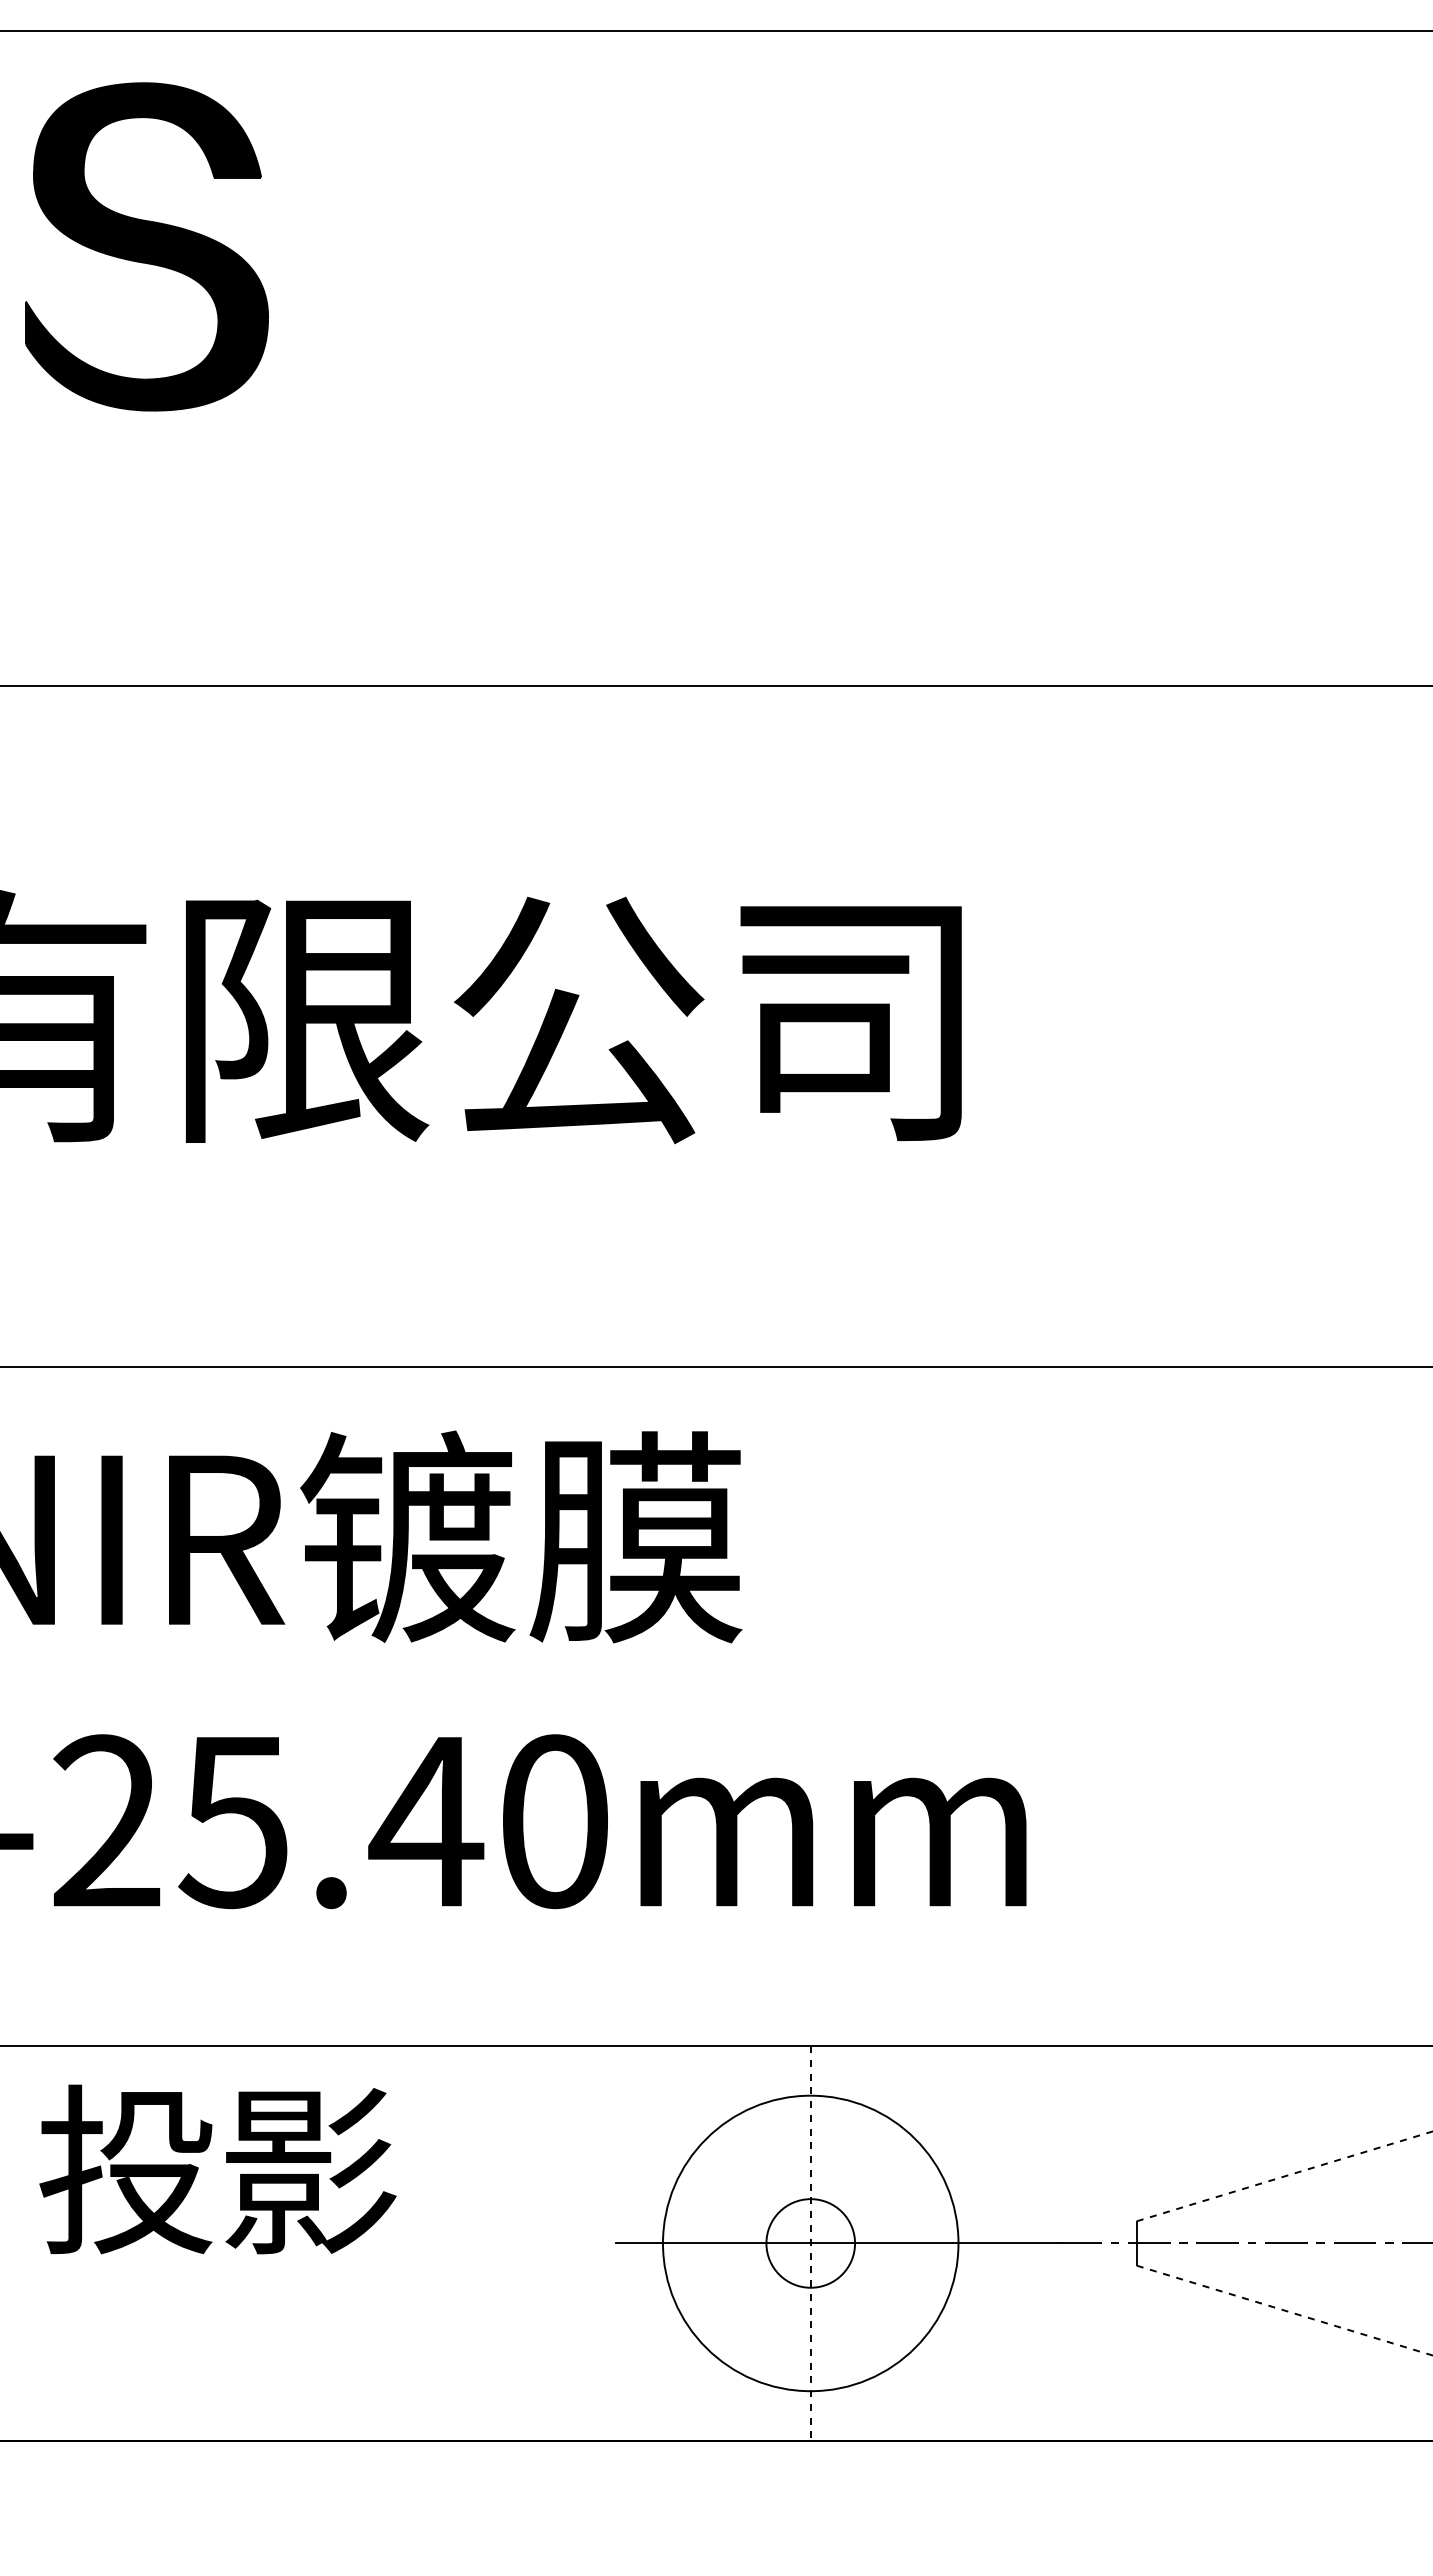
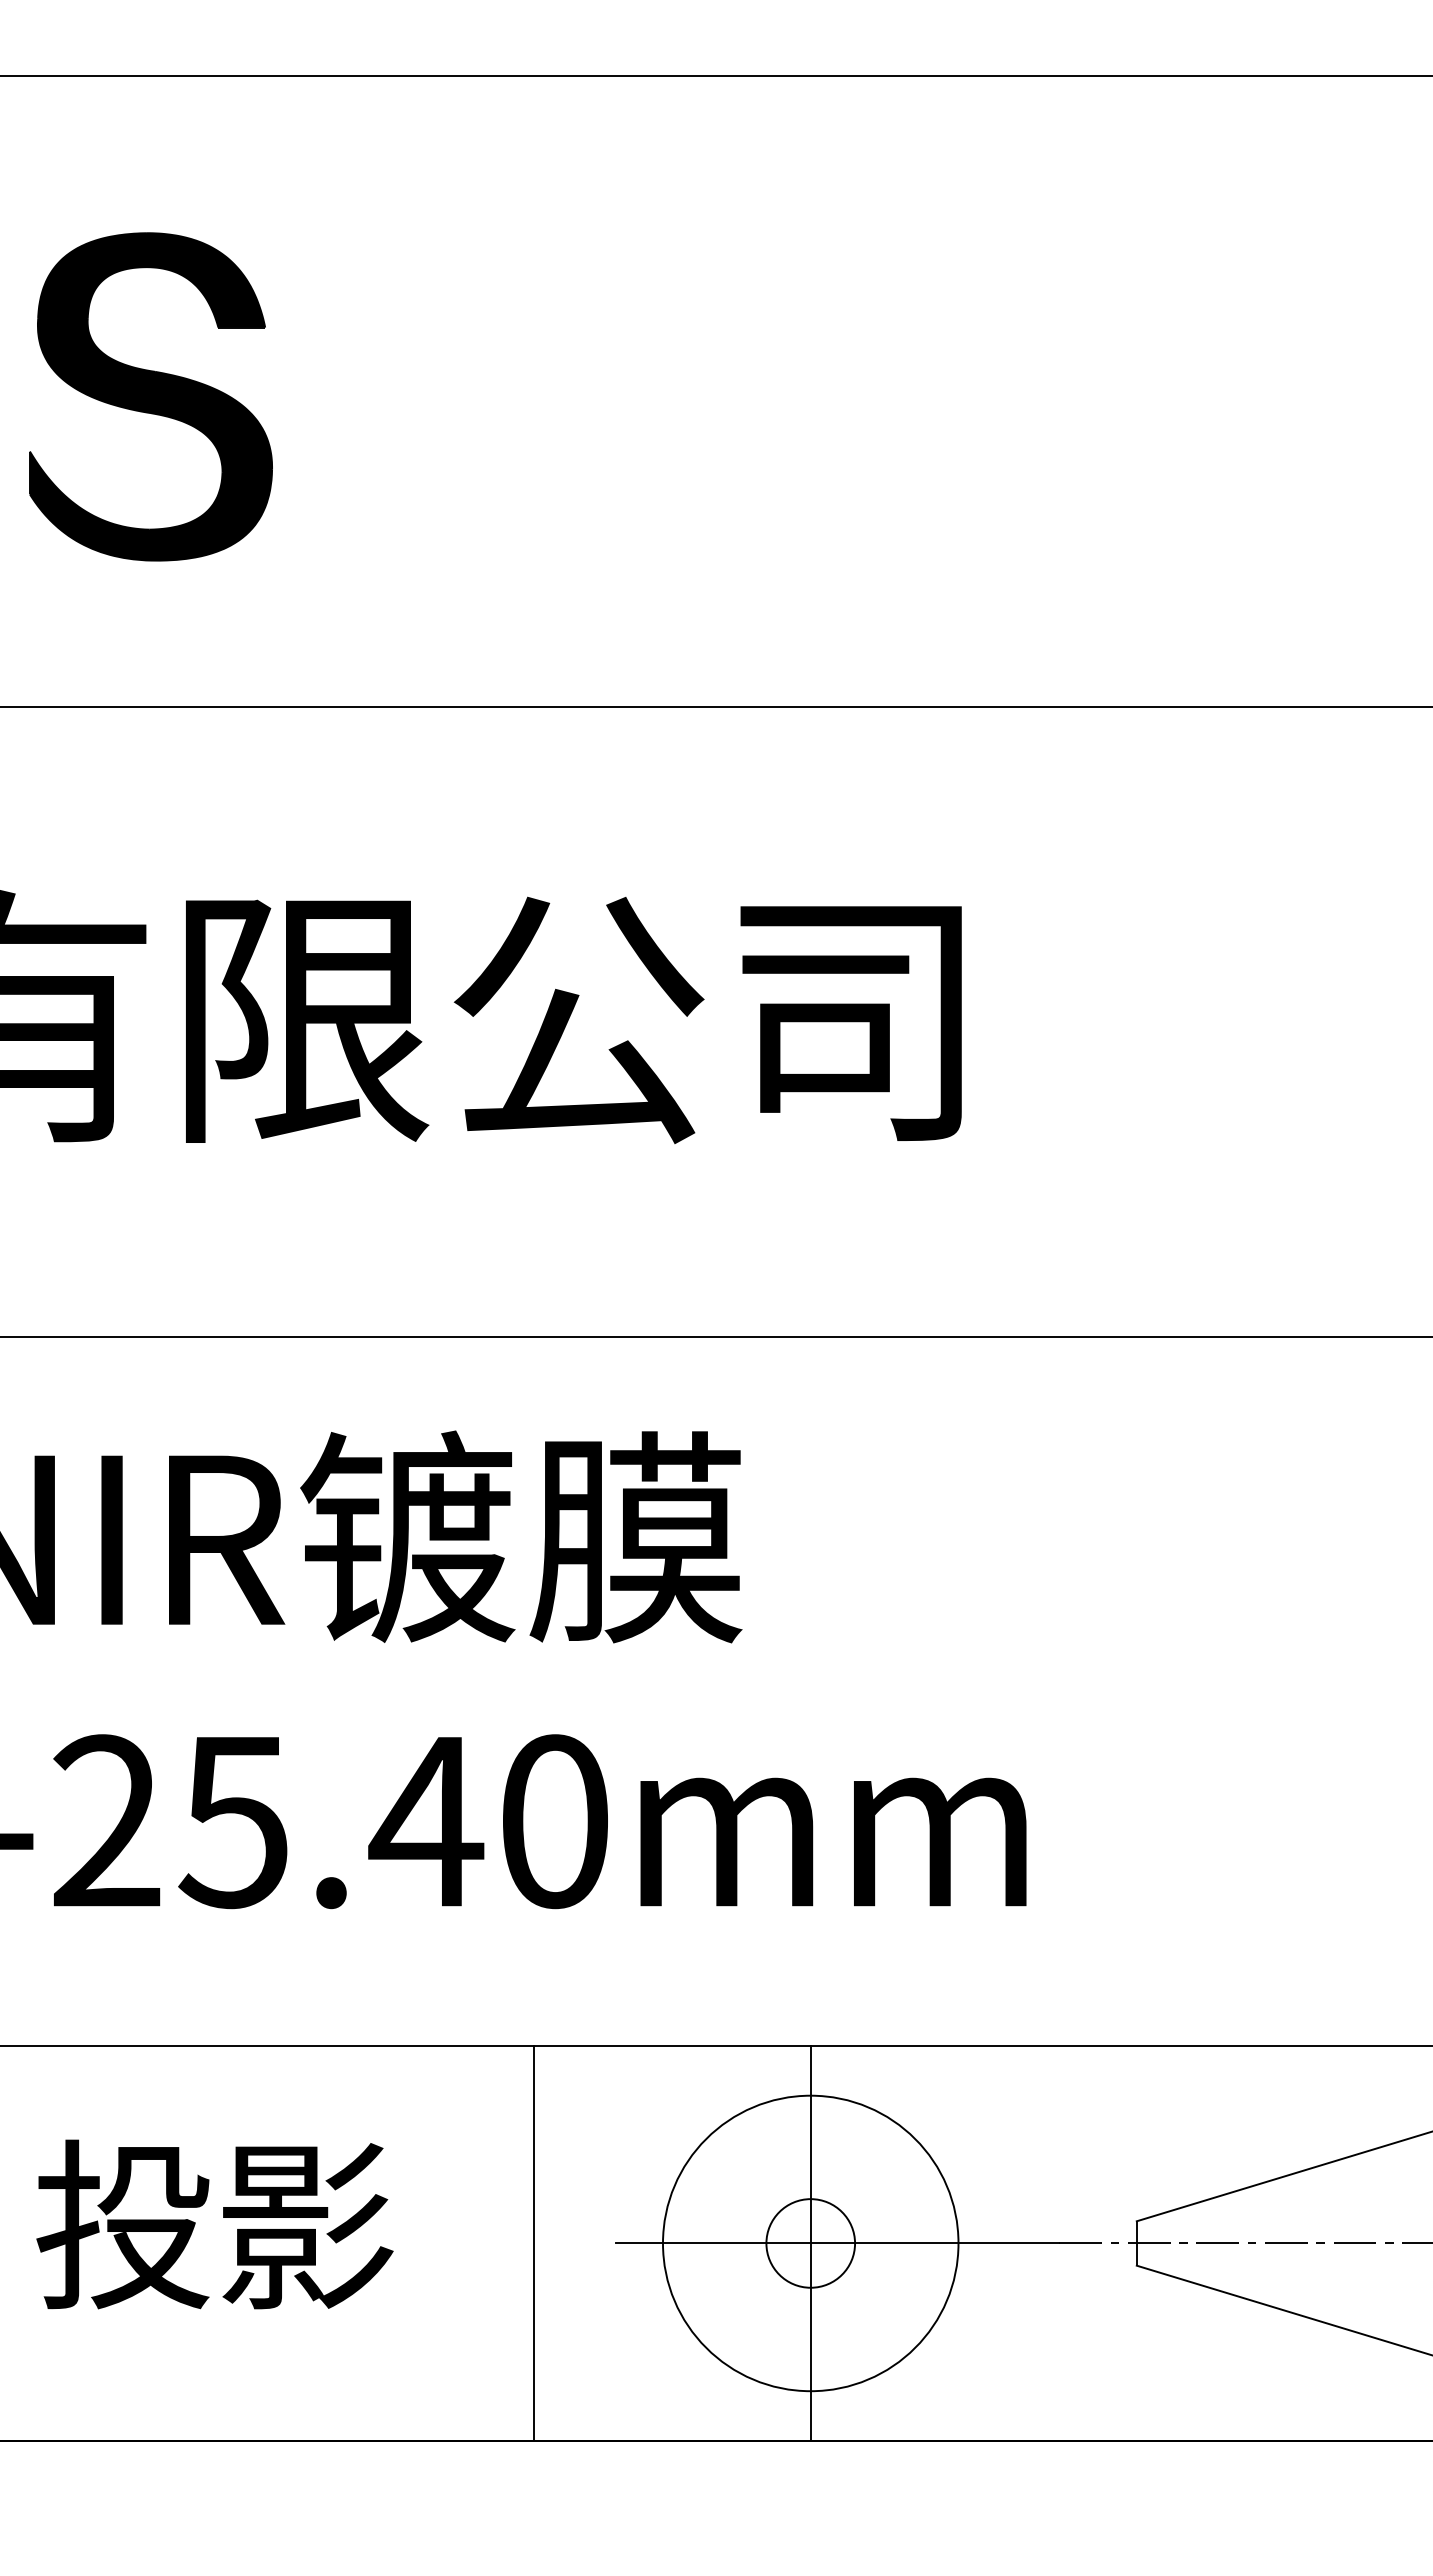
line at (715, 31) position: (715, 31) -> (715, 76)
part at (146, 246) position: (146, 246) -> (150, 396)
line at (715, 685) position: (715, 685) -> (715, 706)
line at (715, 1367) position: (715, 1367) -> (715, 1337)
text at (217, 2169) position: (217, 2169) -> (214, 2224)
line at (1284, 2176): dashed -> solid
line at (534, 2243): none -> present
line at (810, 2243): dashed -> solid
line at (1284, 2310): dashed -> solid
